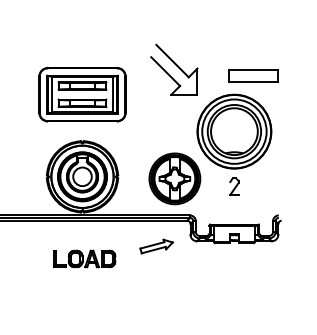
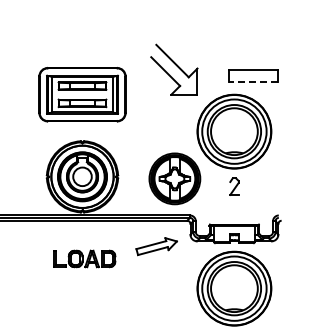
line at (253, 82): solid -> dashed
part at (156, 246) size: 35x17 px -> 43x20 px
part at (234, 288): none -> present
